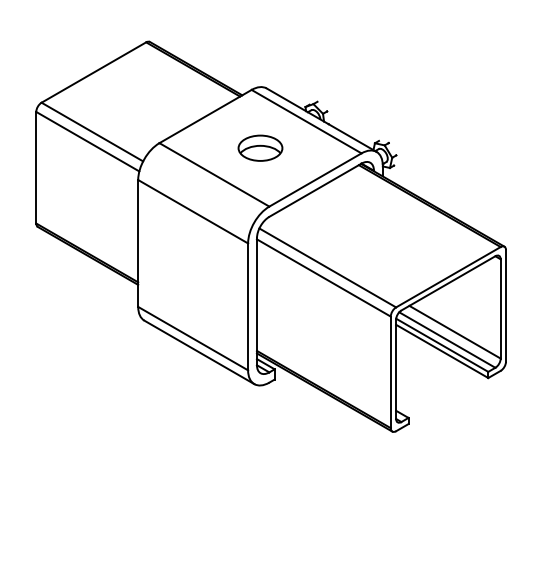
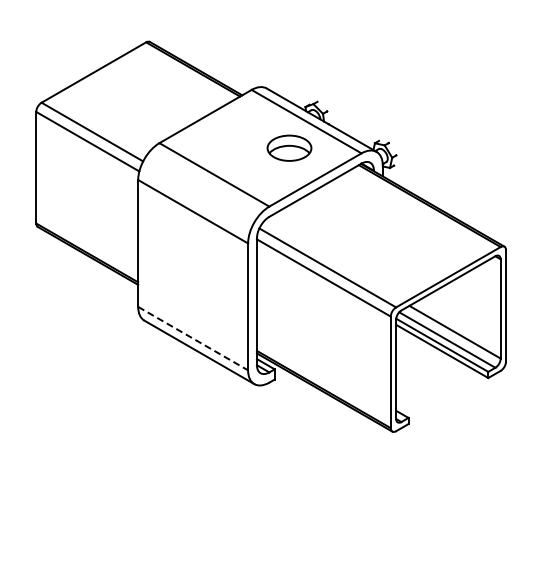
part at (260, 147) position: (260, 147) -> (289, 147)
line at (193, 338): solid -> dashed
